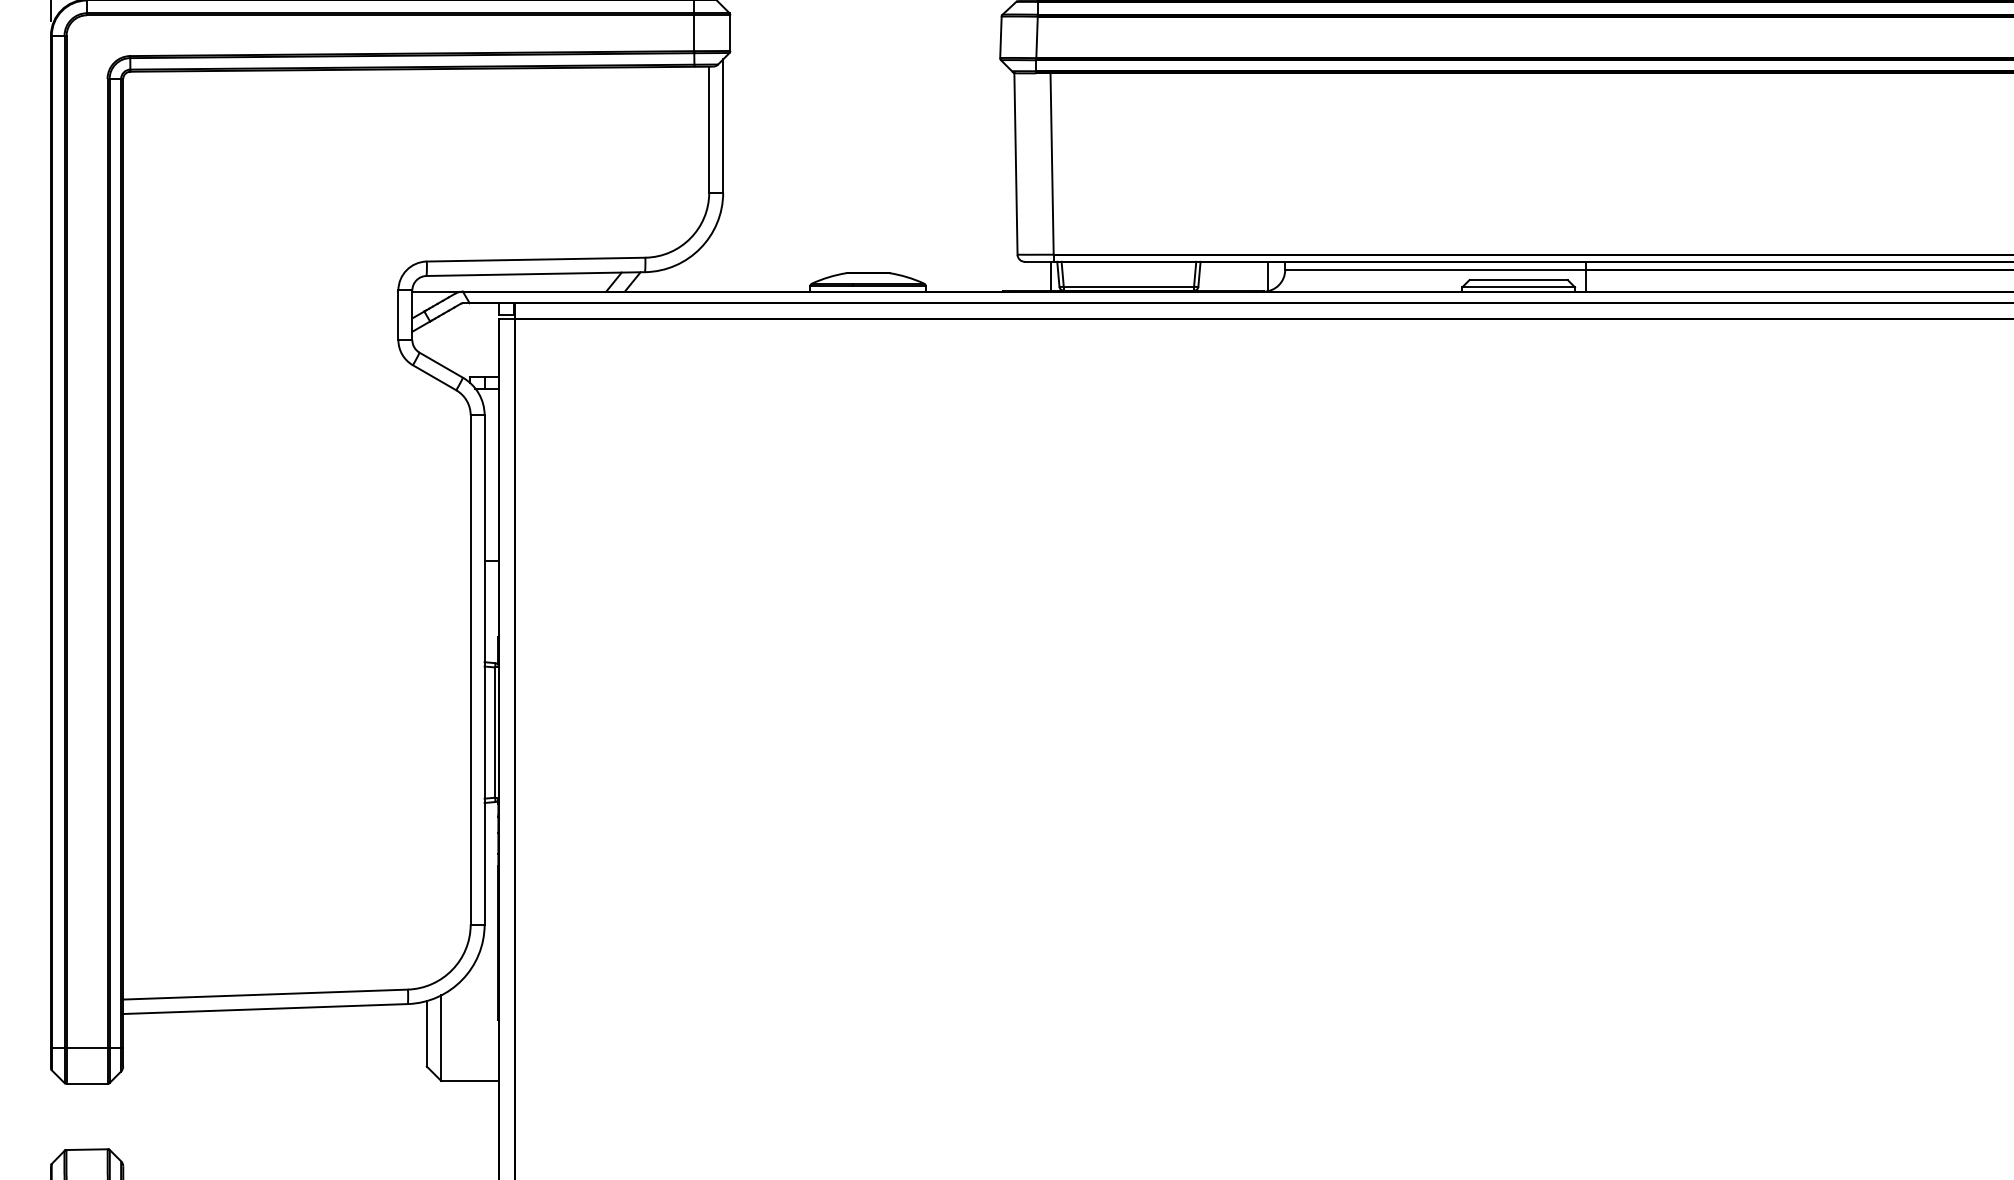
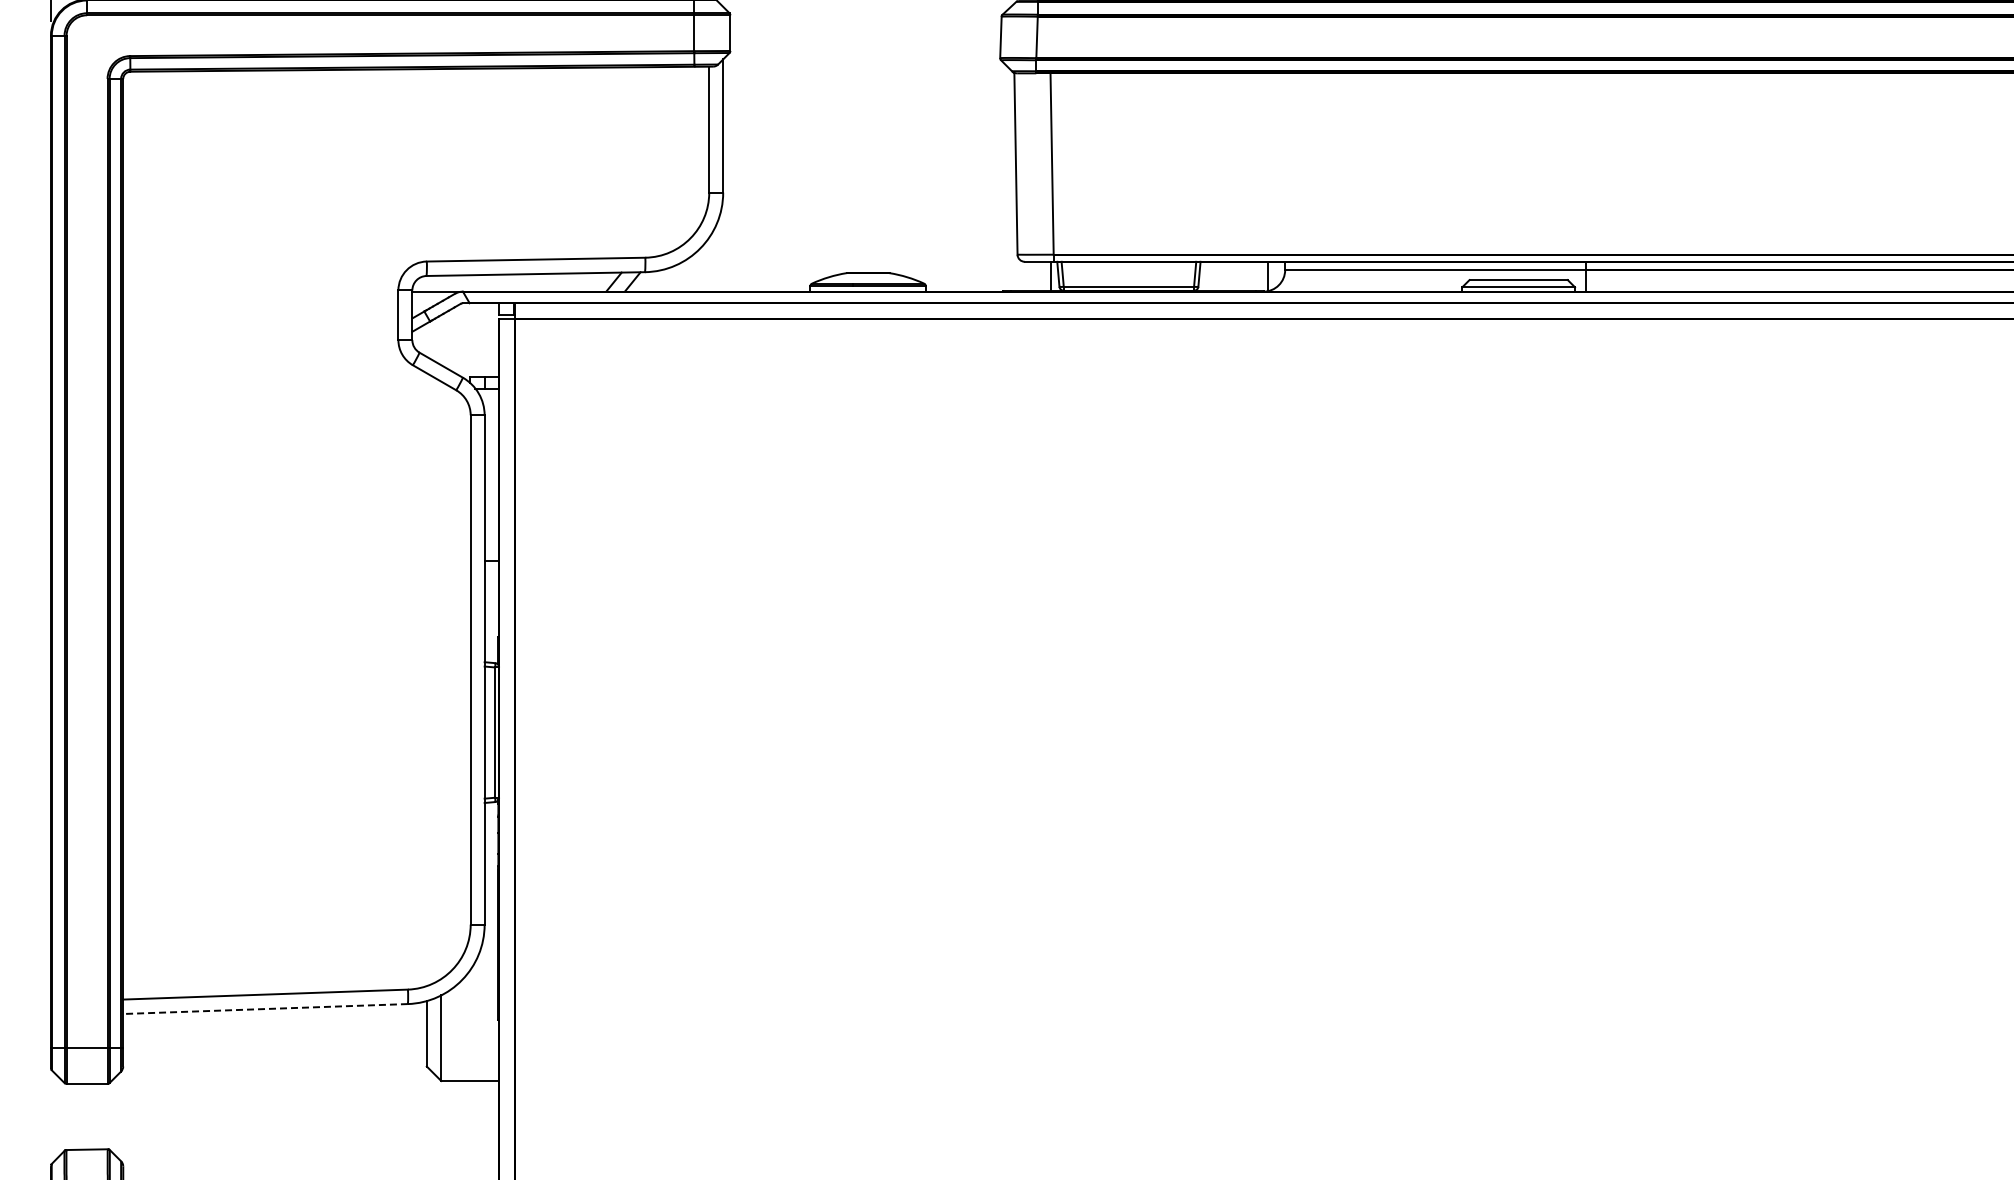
line at (265, 1009): solid -> dashed
